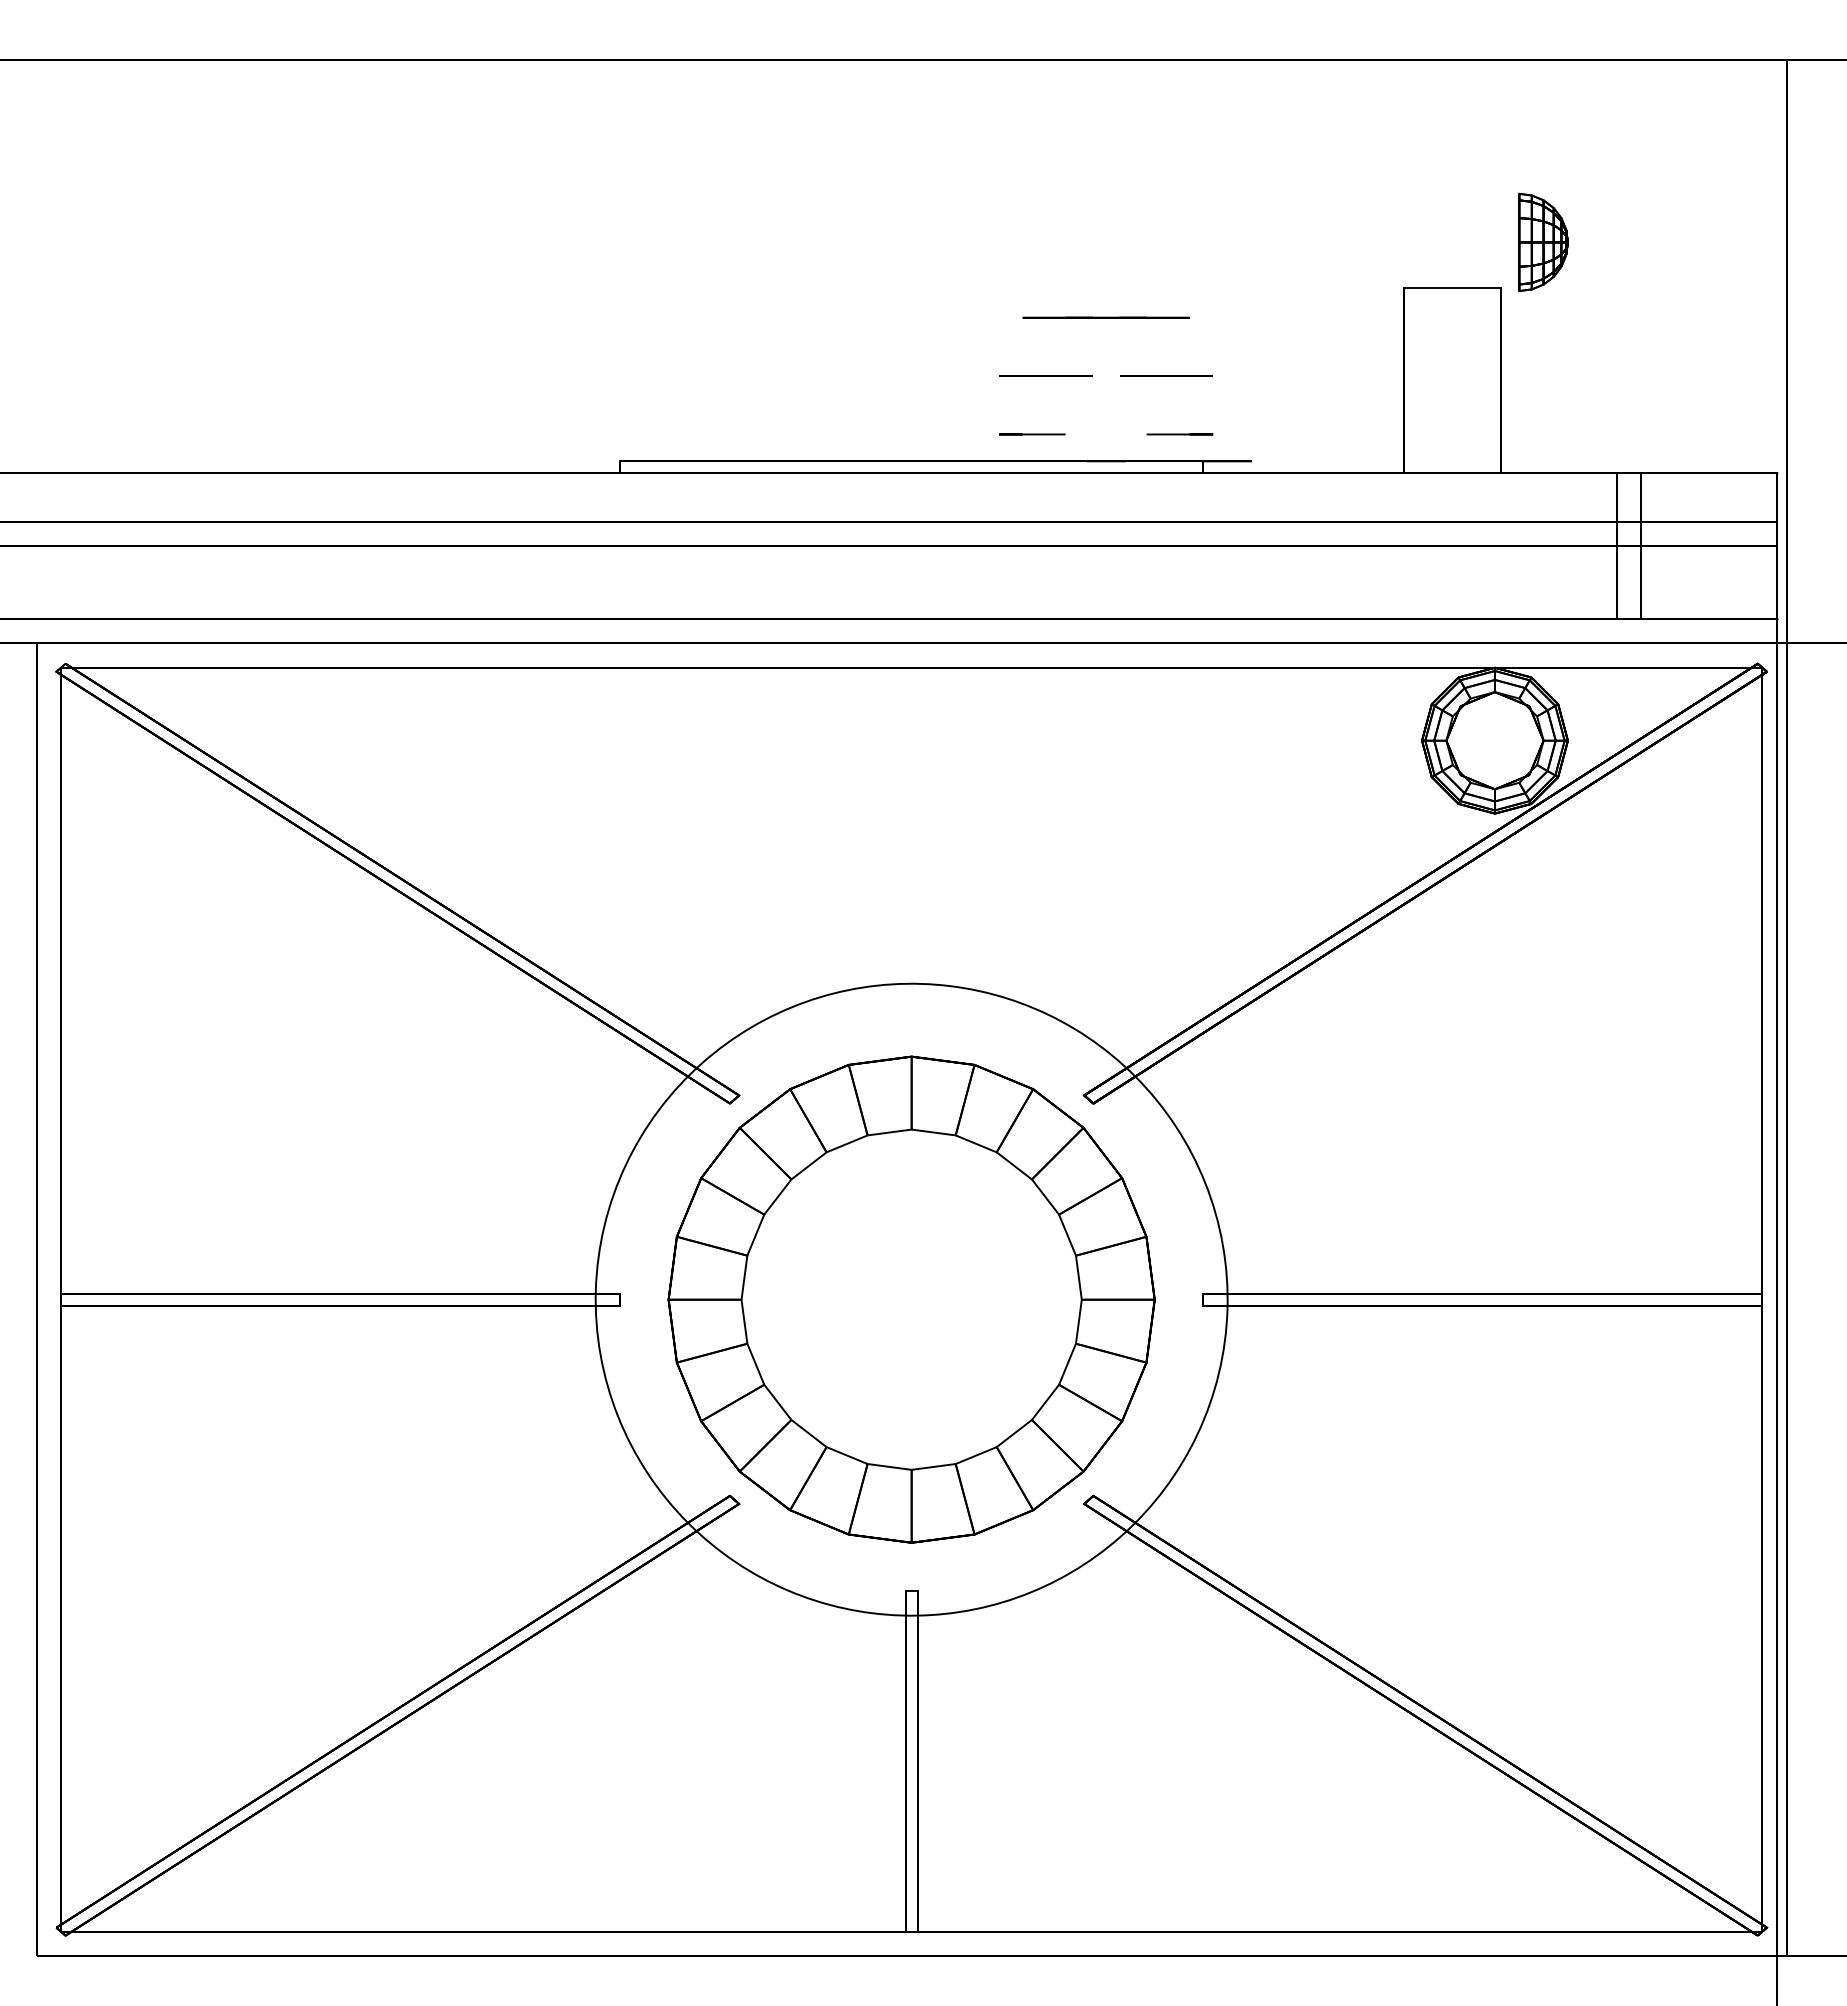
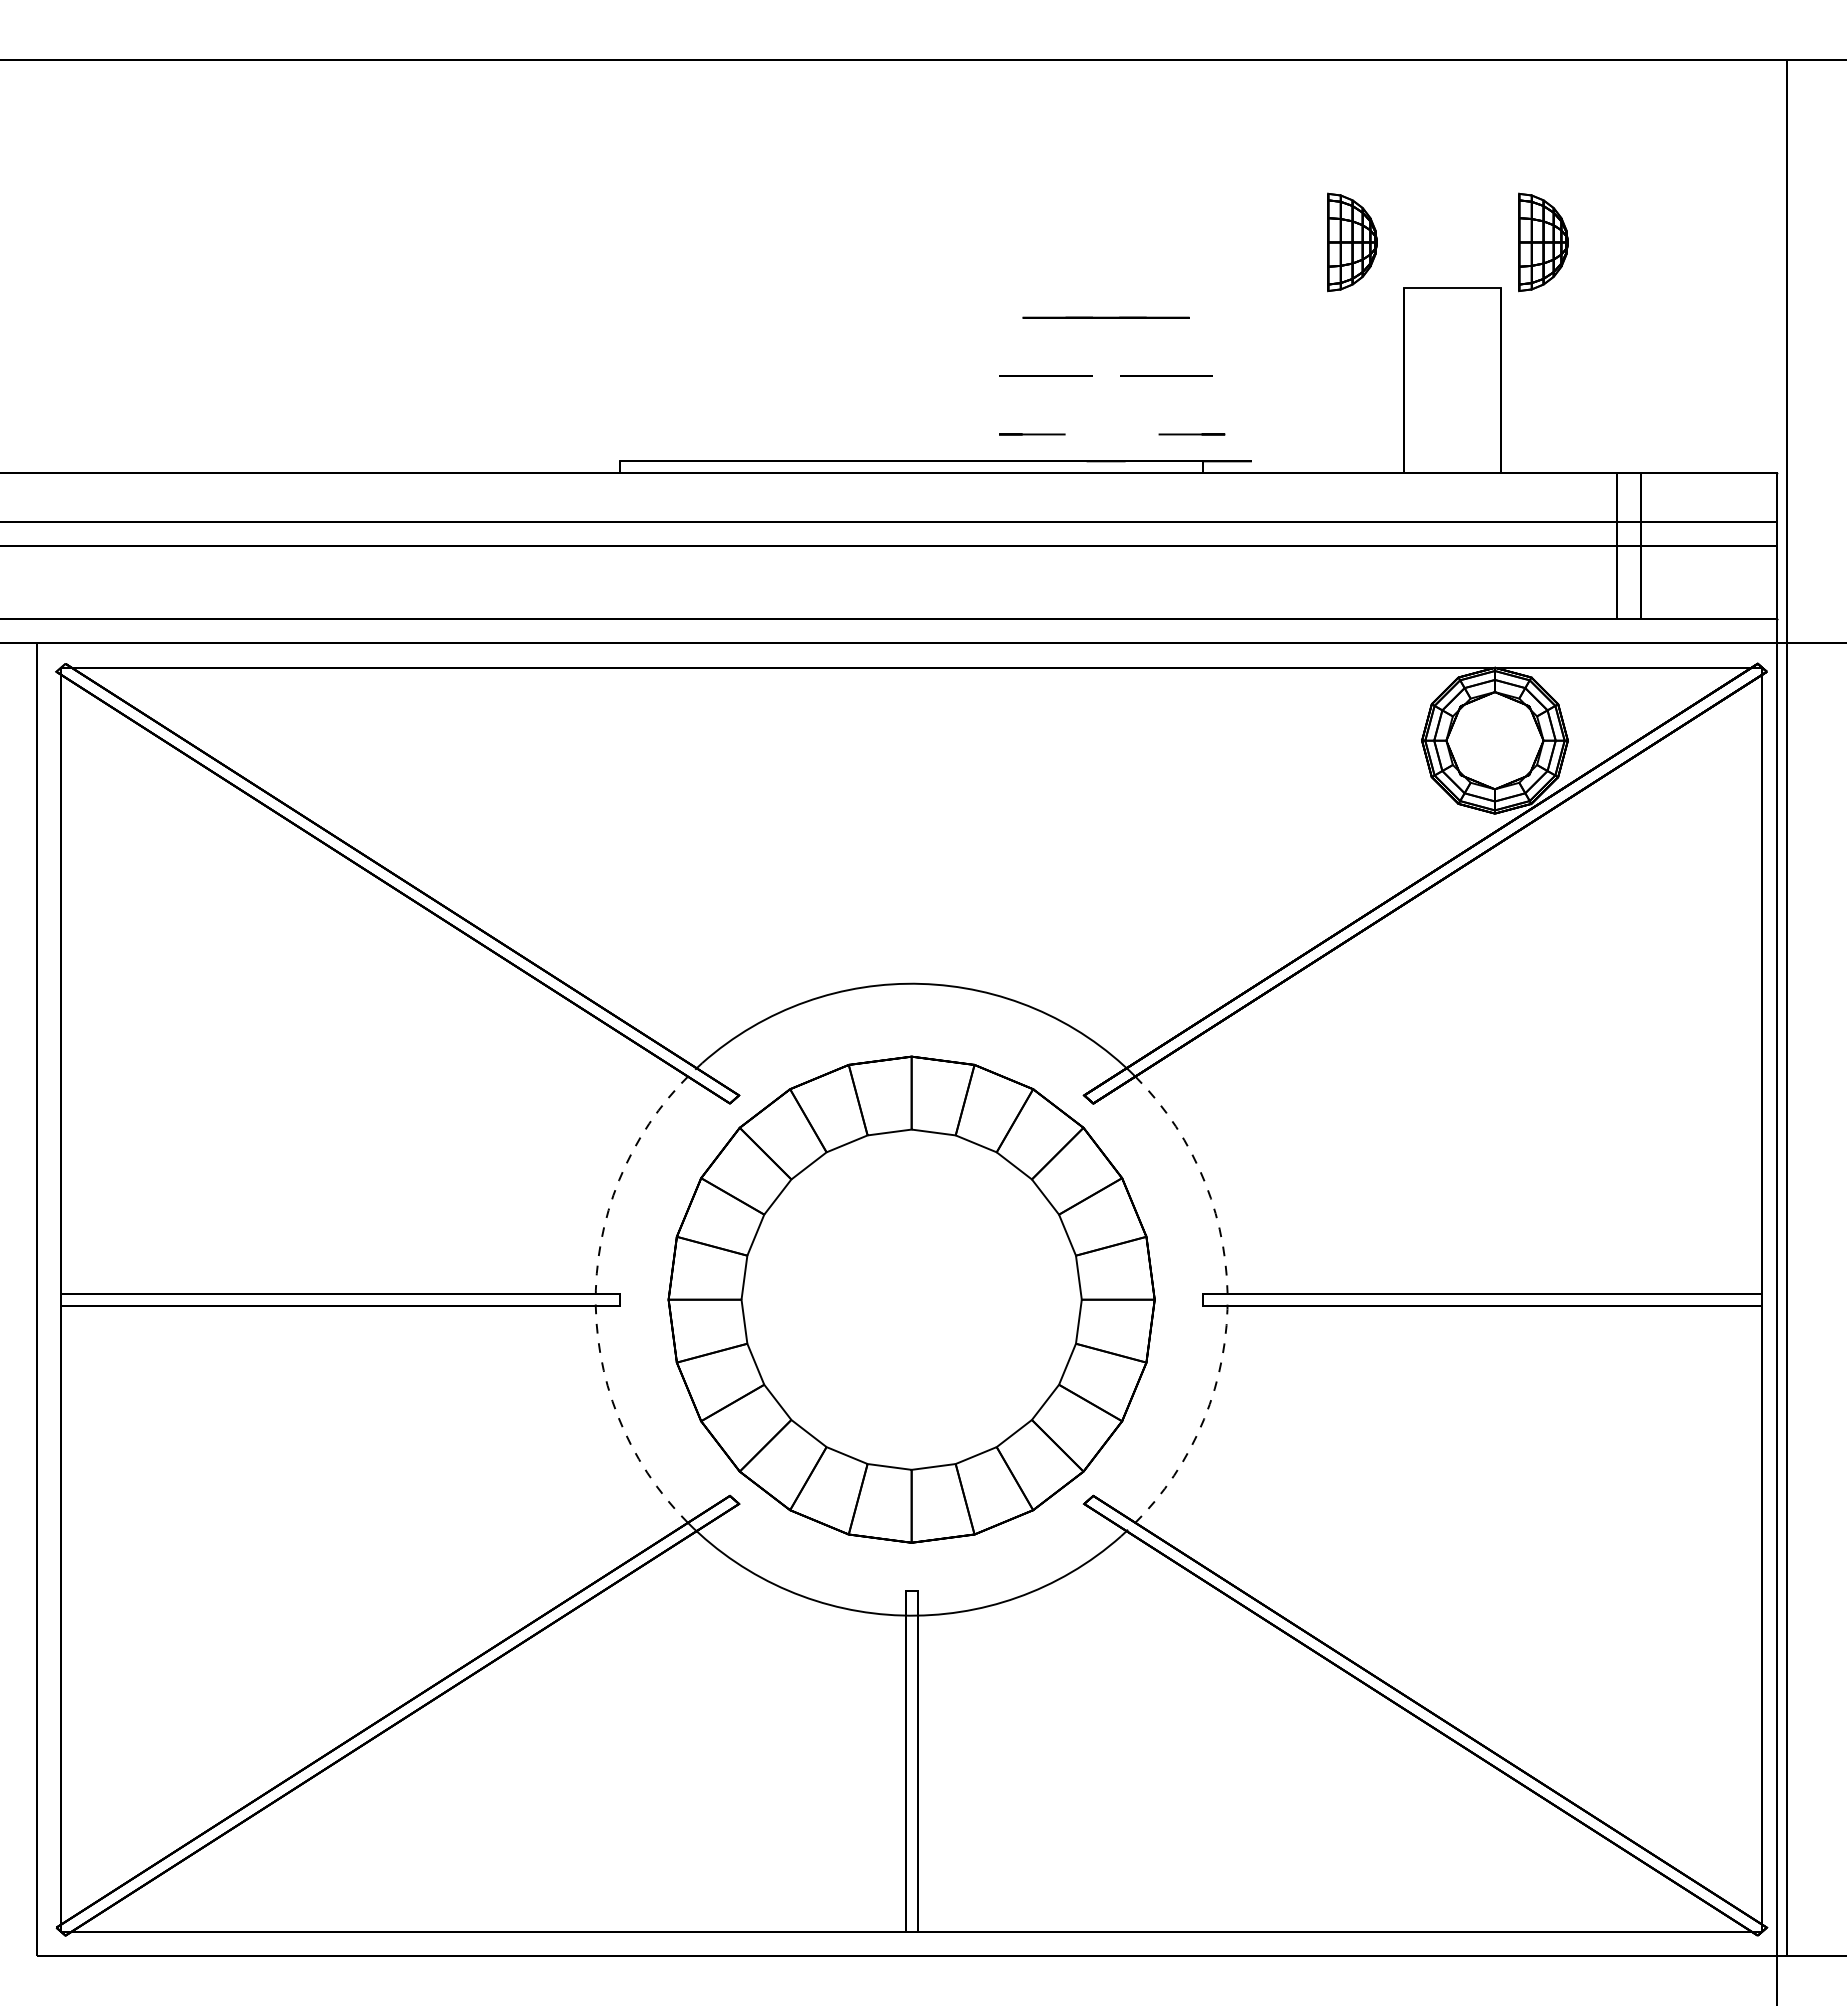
part at (1352, 242): none -> present
line at (1179, 434) position: (1179, 434) -> (1191, 434)
arc at (595, 1290): solid -> dashed
arc at (1227, 1309): solid -> dashed
